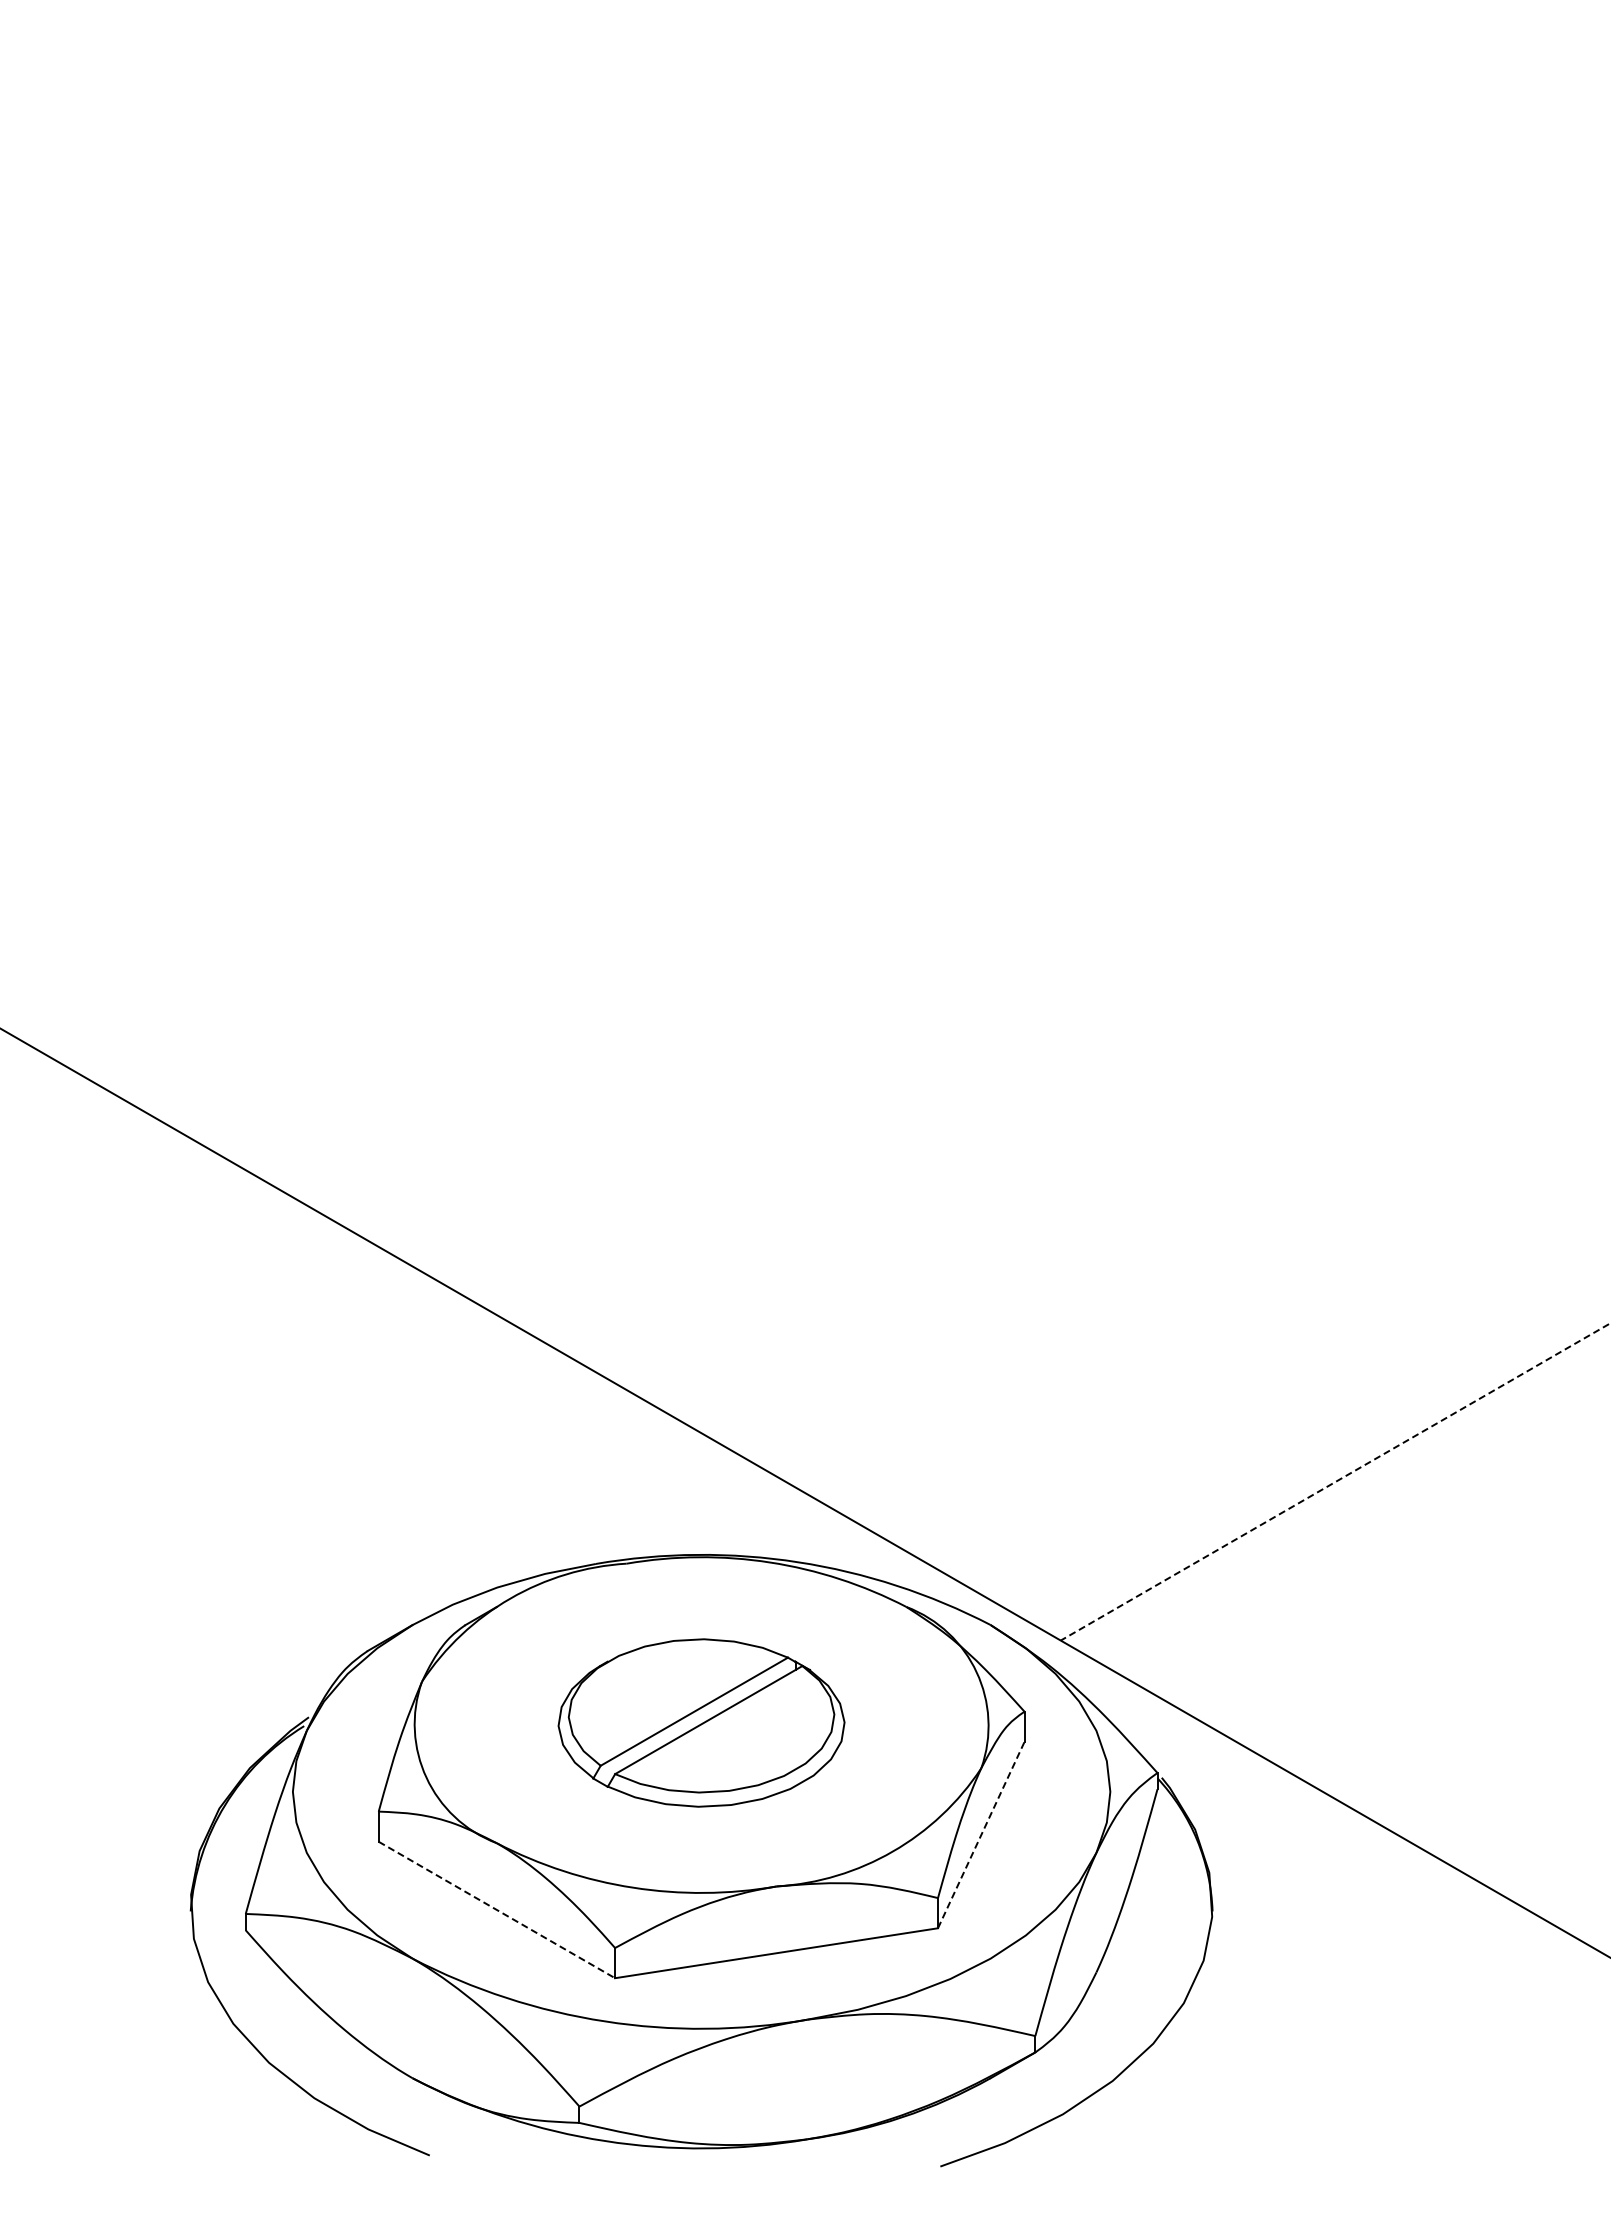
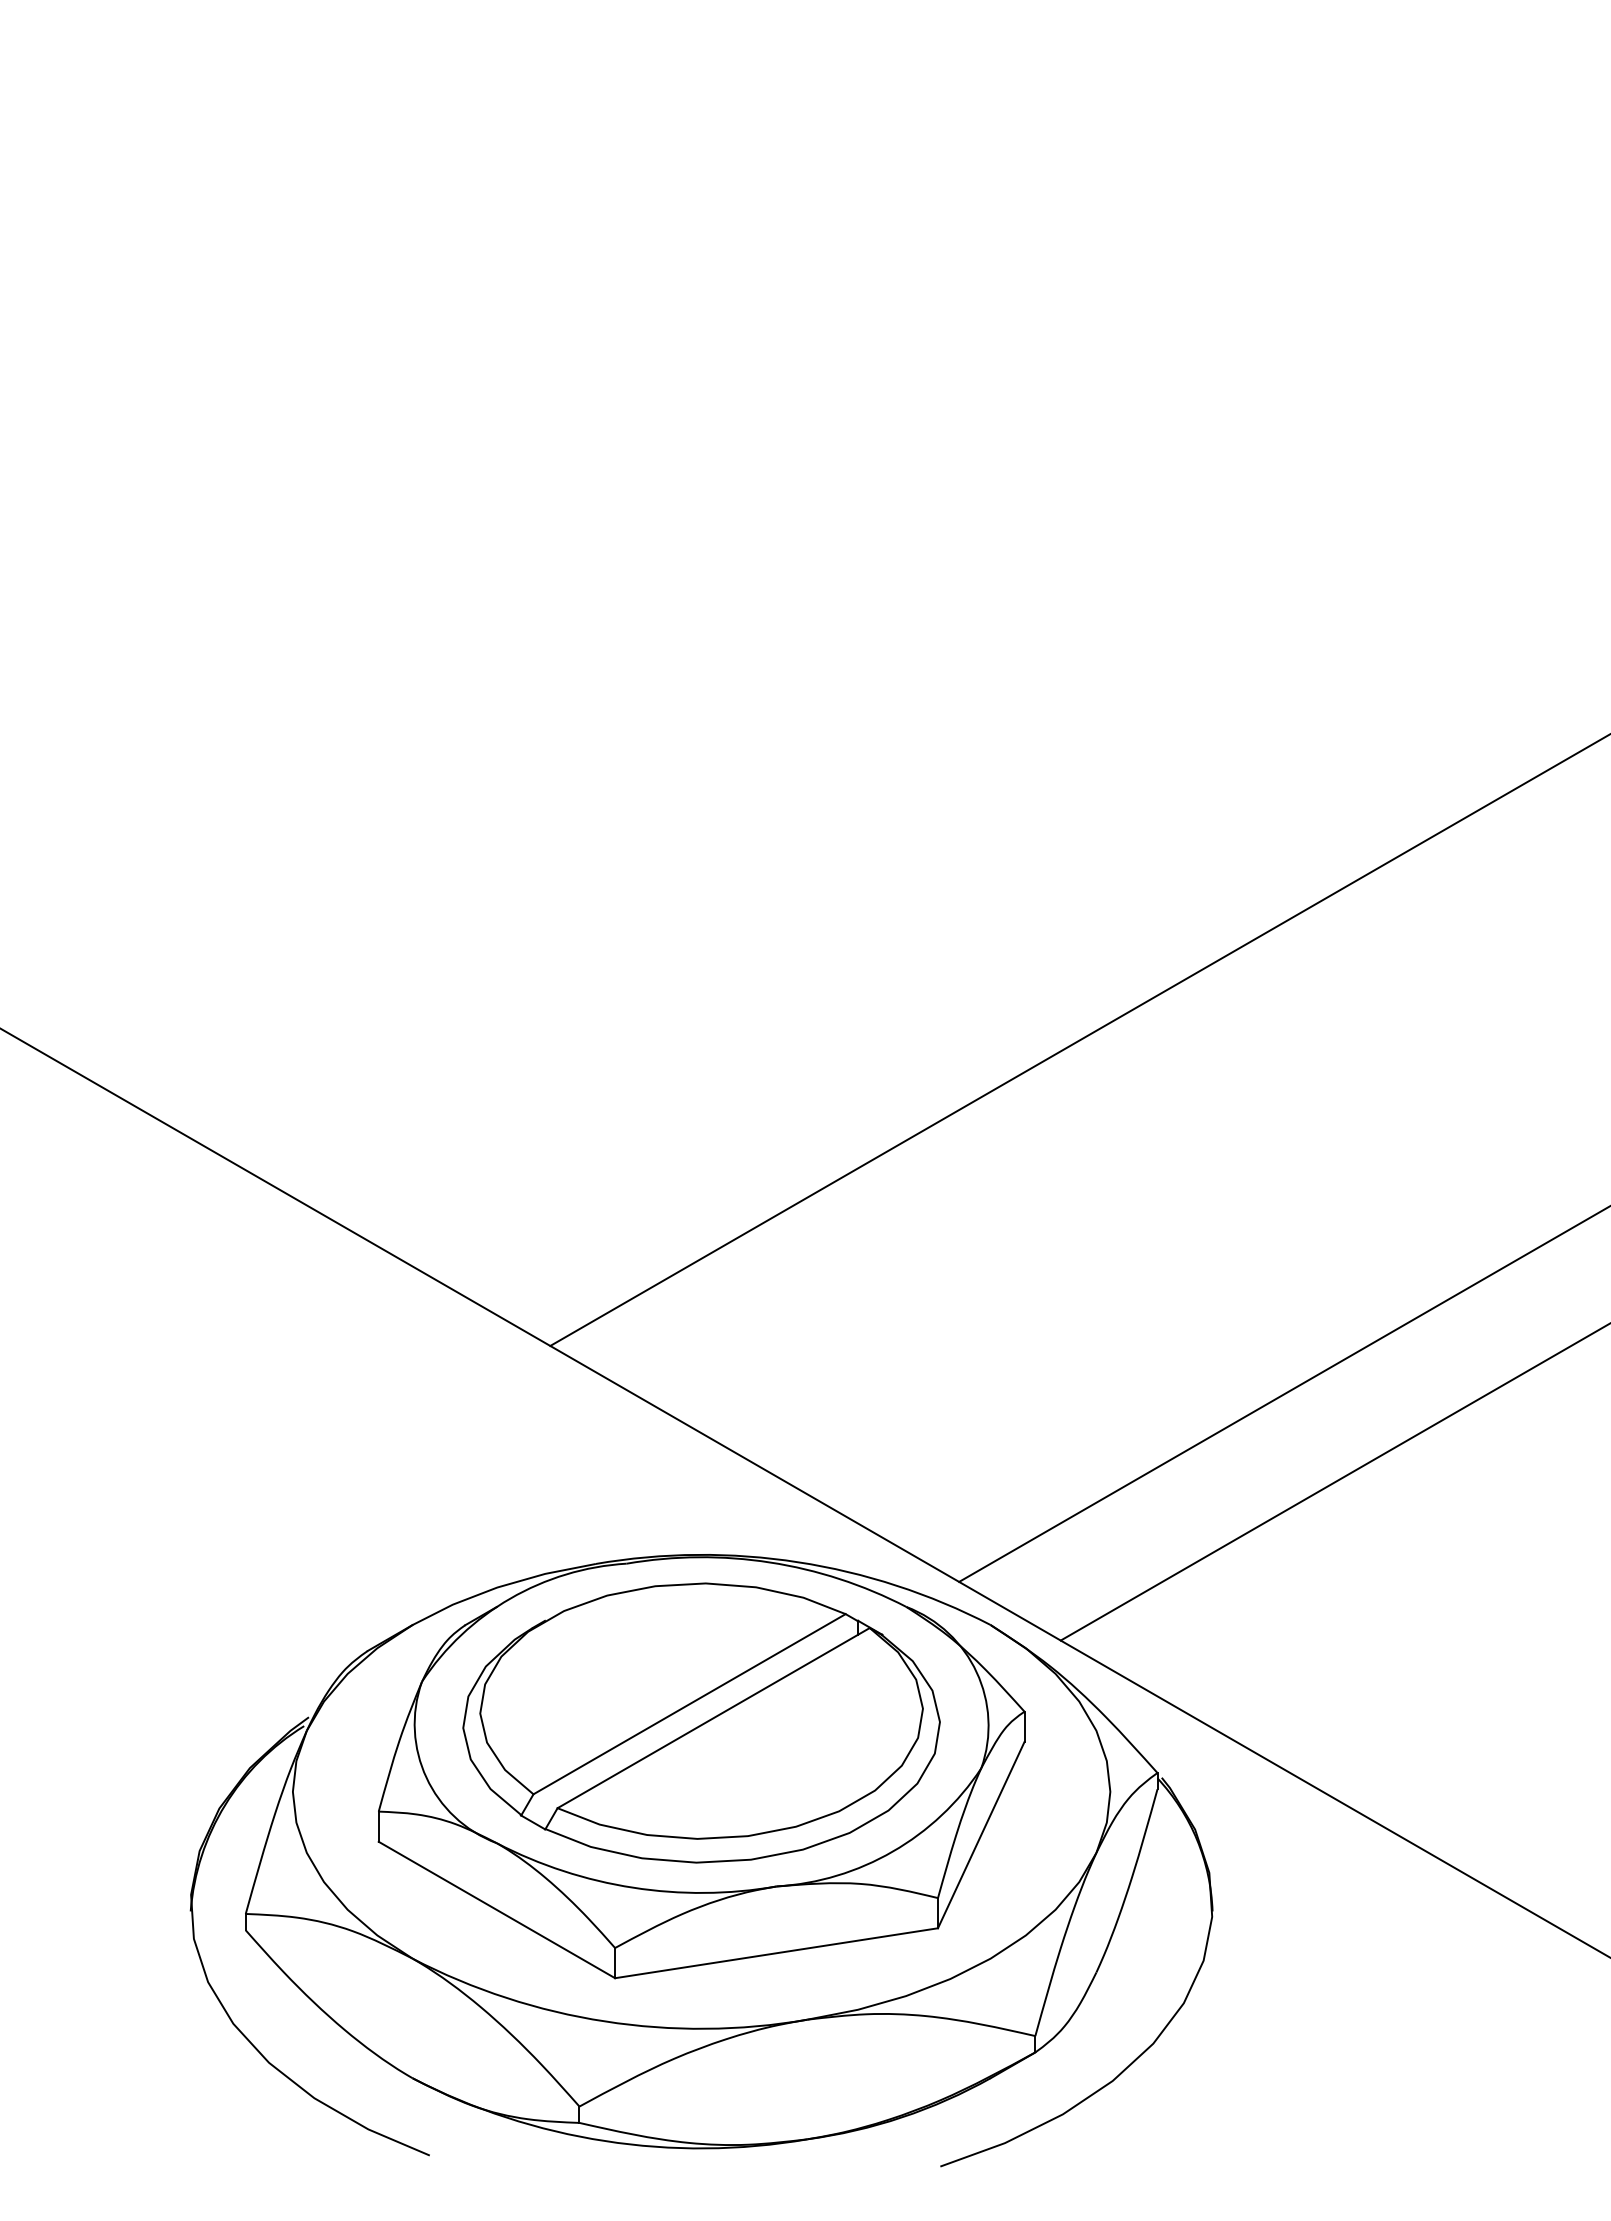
line at (1078, 1040): none -> present
line at (1283, 1394): none -> present
line at (1335, 1482): dashed -> solid
part at (701, 1722) size: 289x170 px -> 479x282 px
line at (981, 1835): dashed -> solid
line at (497, 1910): dashed -> solid
